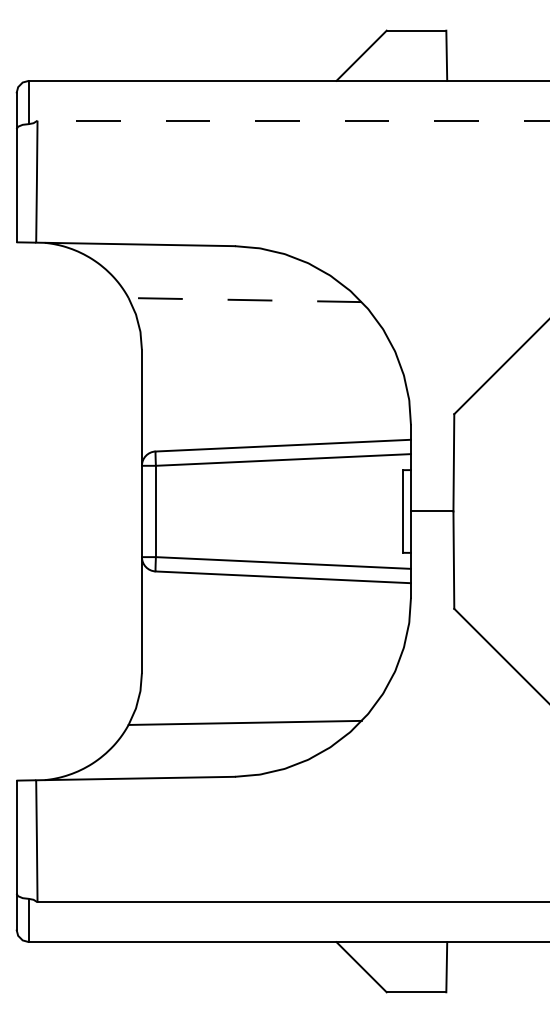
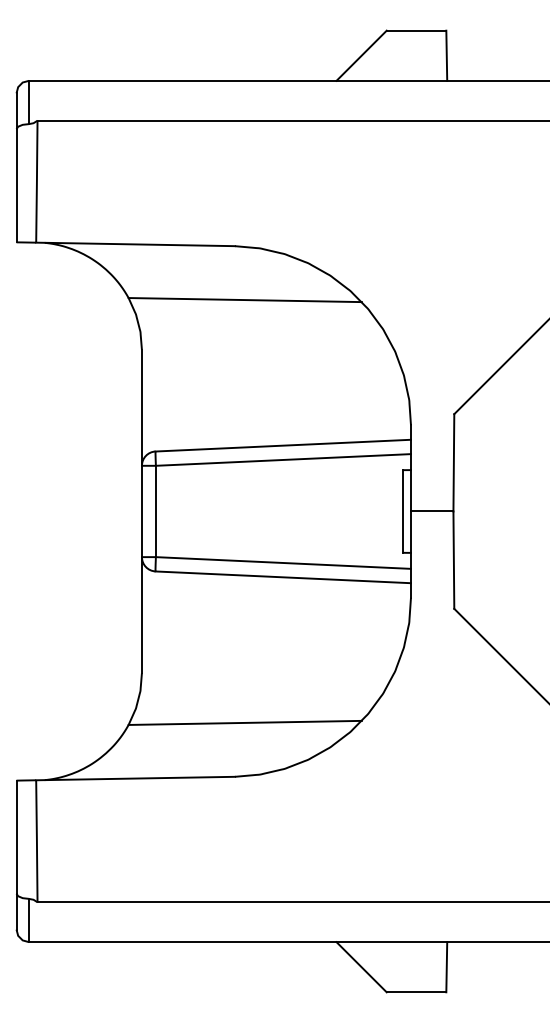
line at (293, 120): dashed -> solid
line at (245, 300): dashed -> solid
